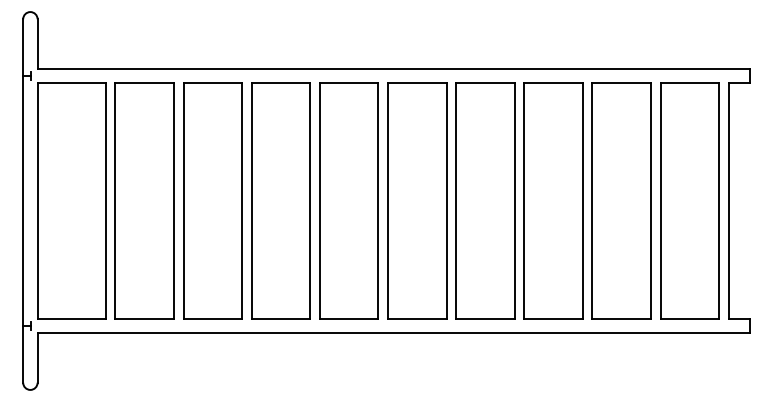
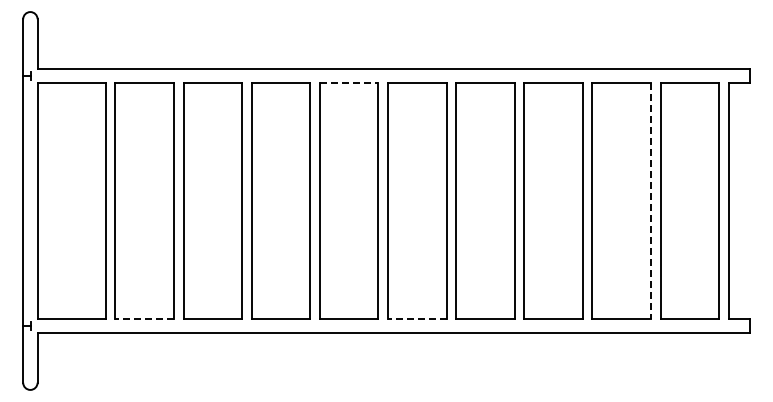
line at (349, 83): solid -> dashed
line at (650, 200): solid -> dashed
line at (144, 318): solid -> dashed
line at (416, 318): solid -> dashed
